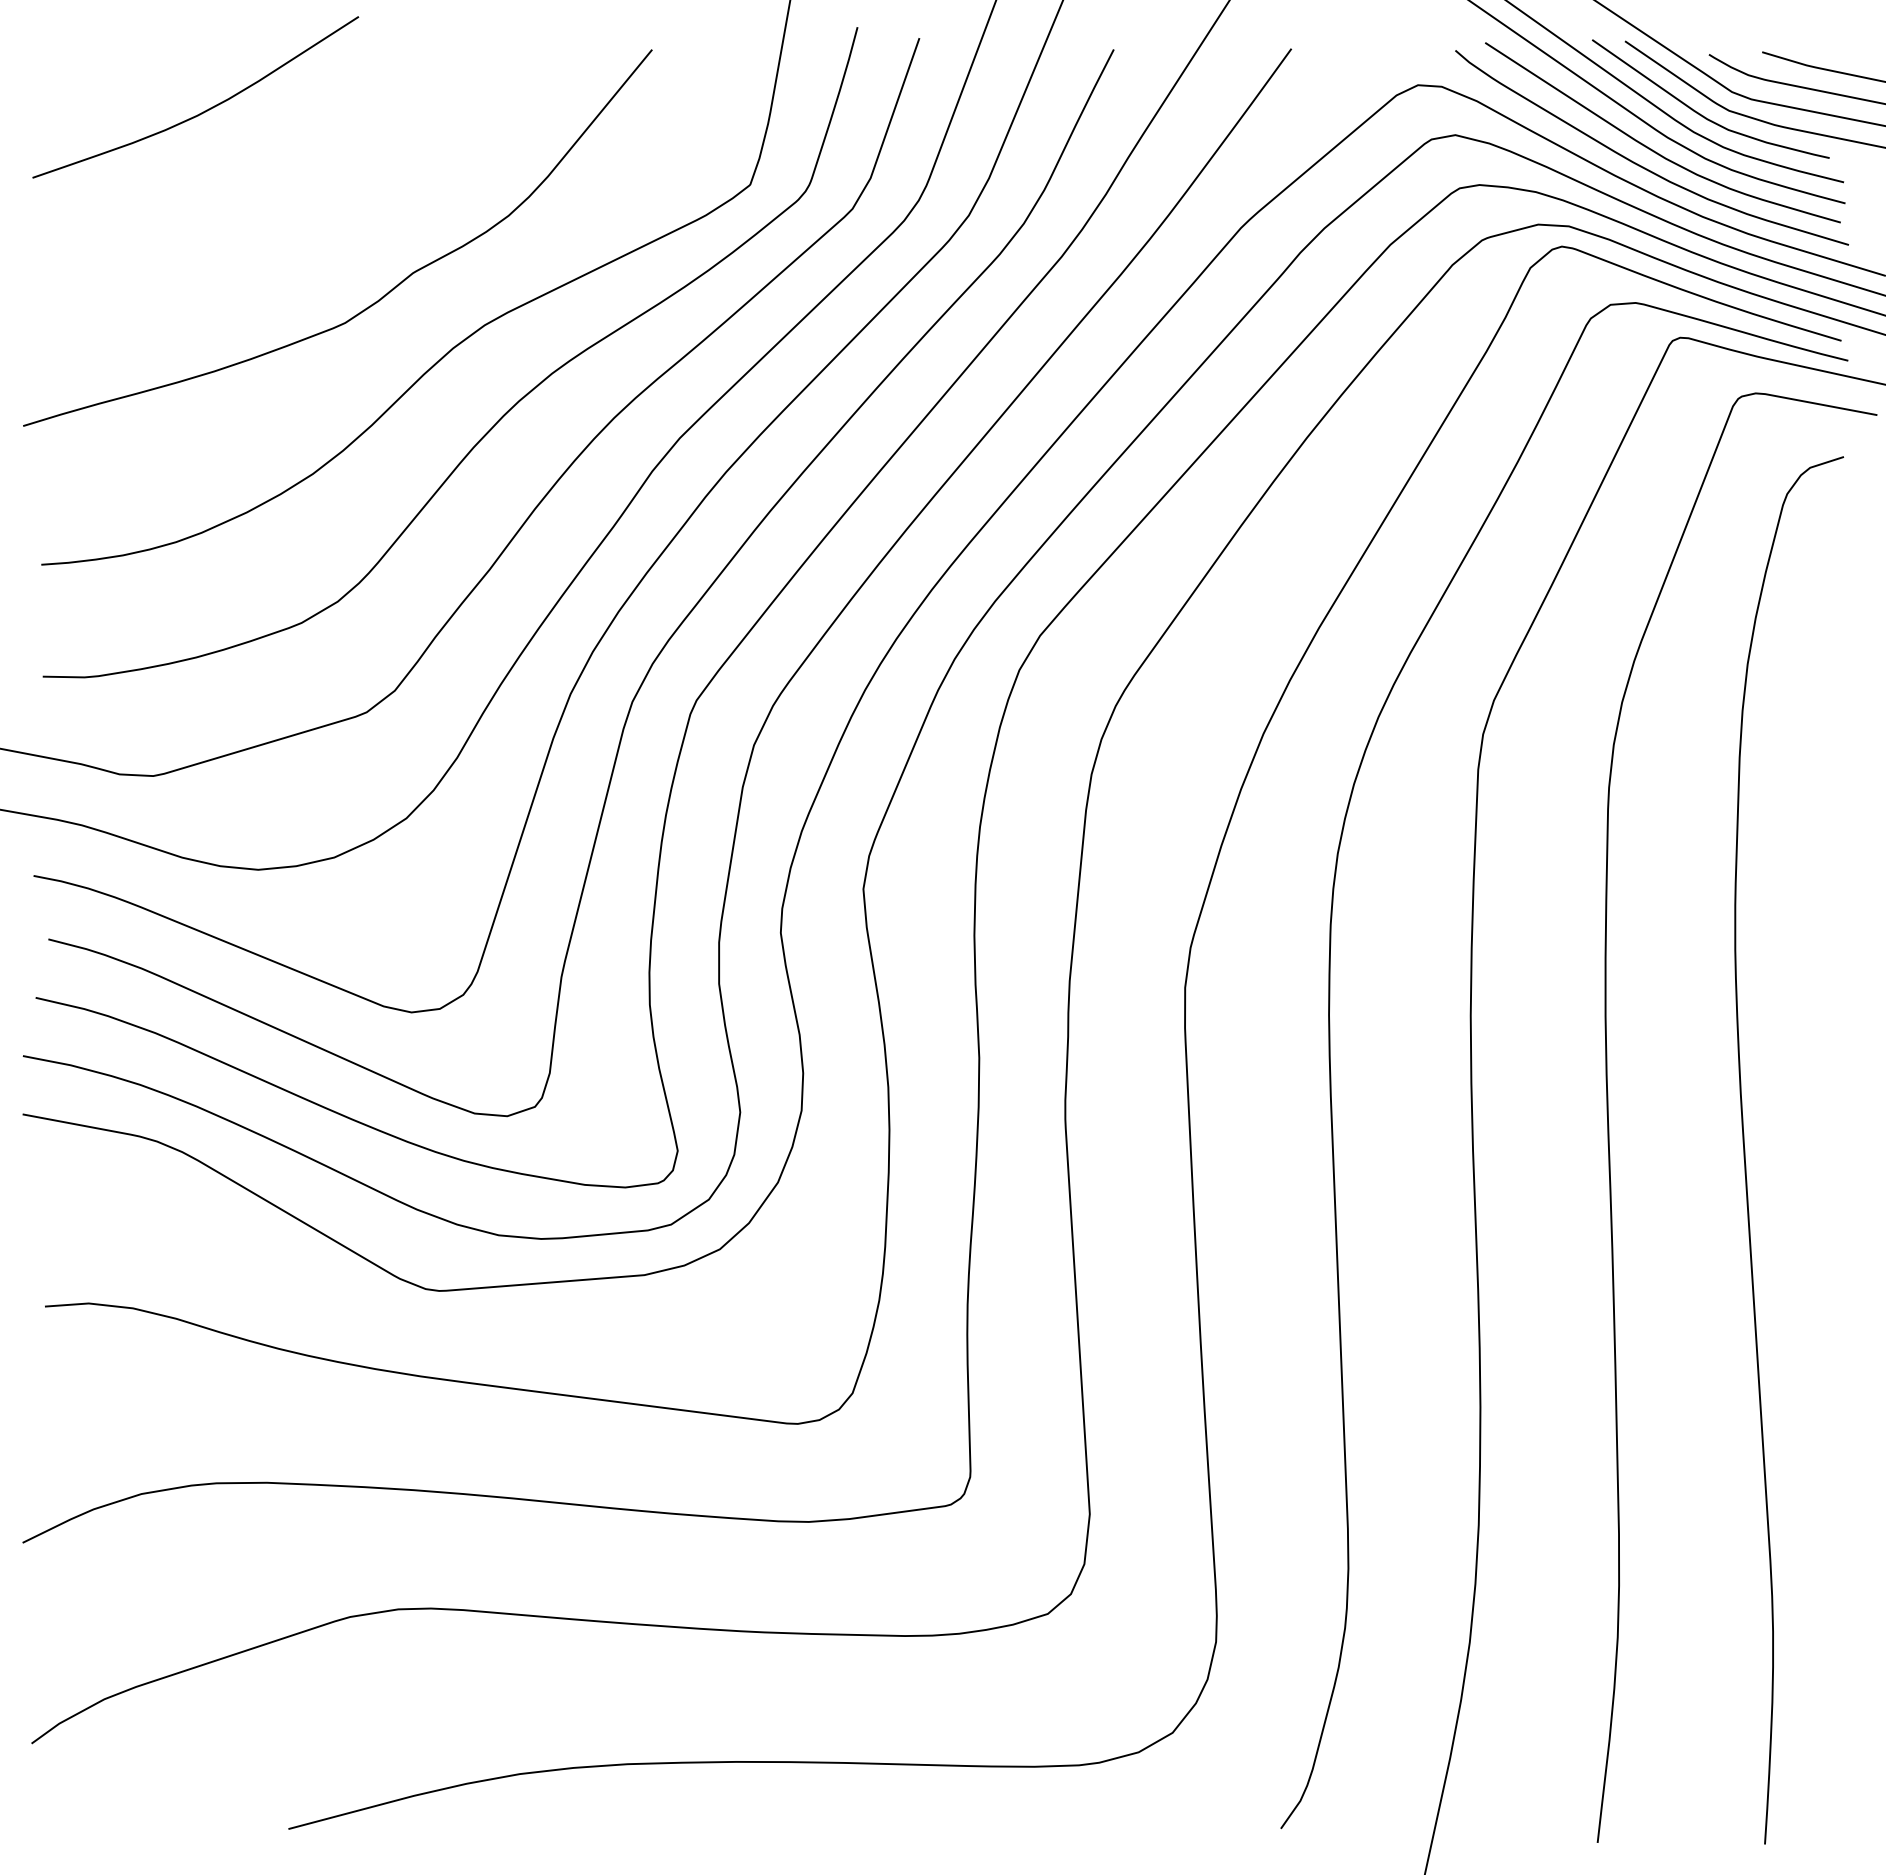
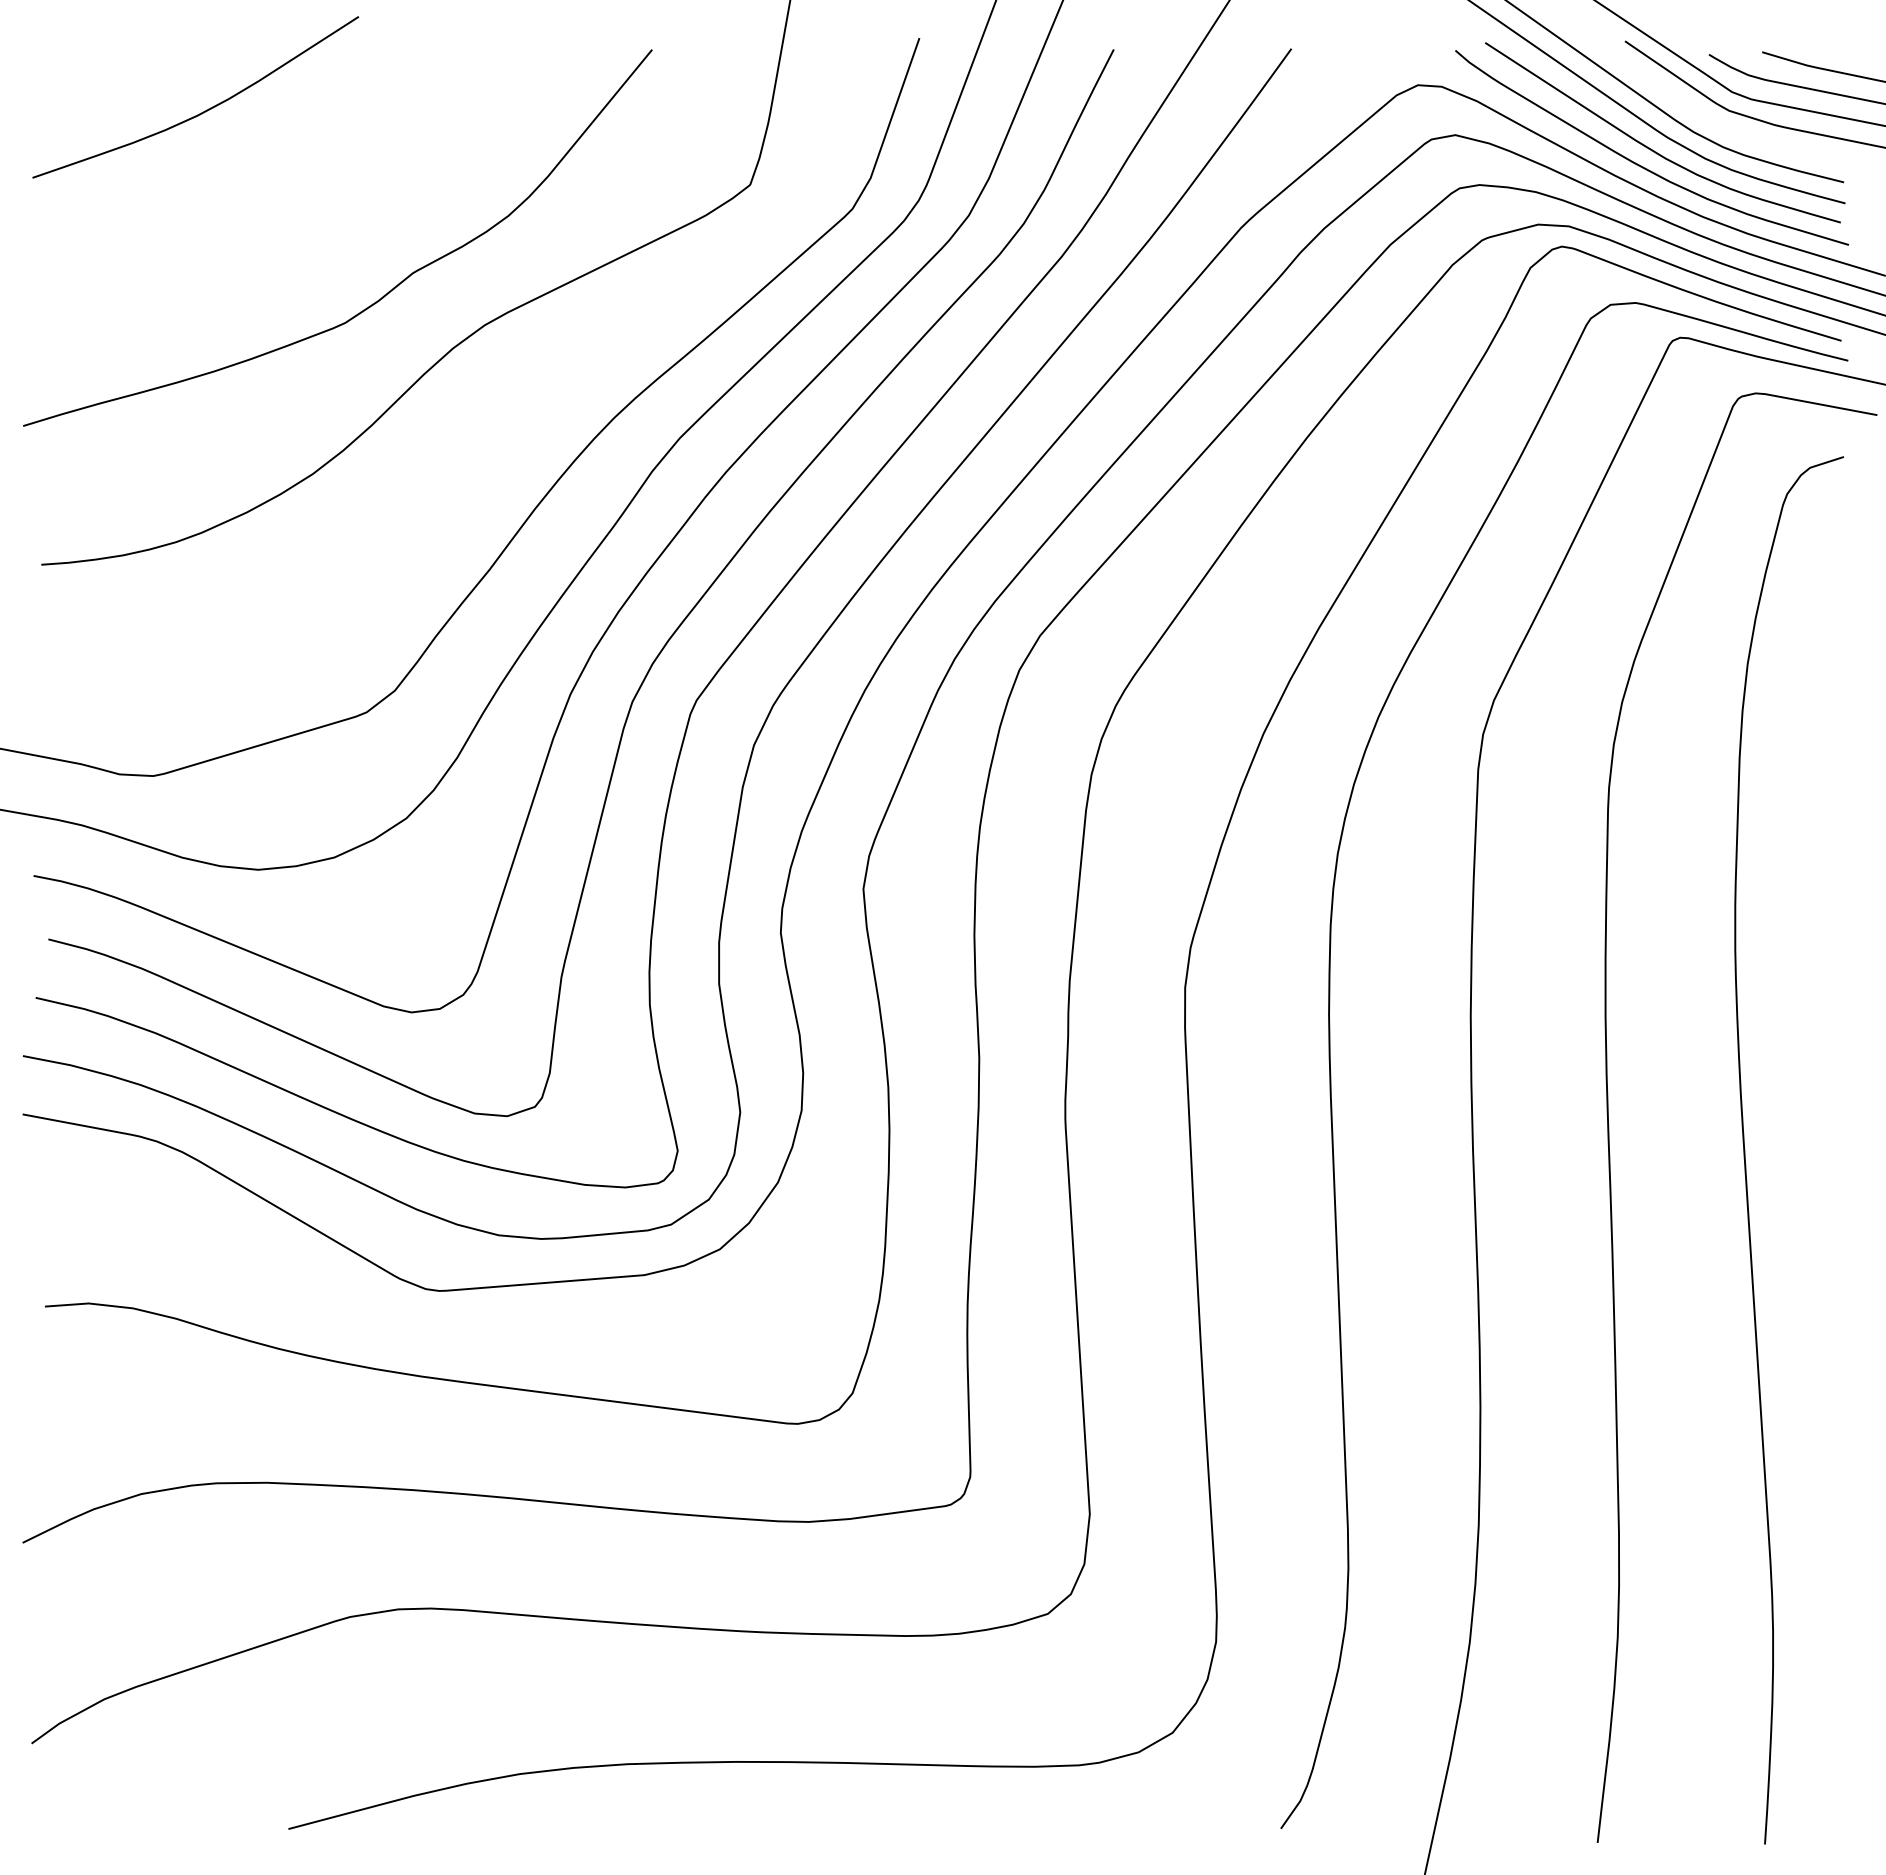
curve at (1700, 113): present -> none
curve at (508, 409): present -> none
